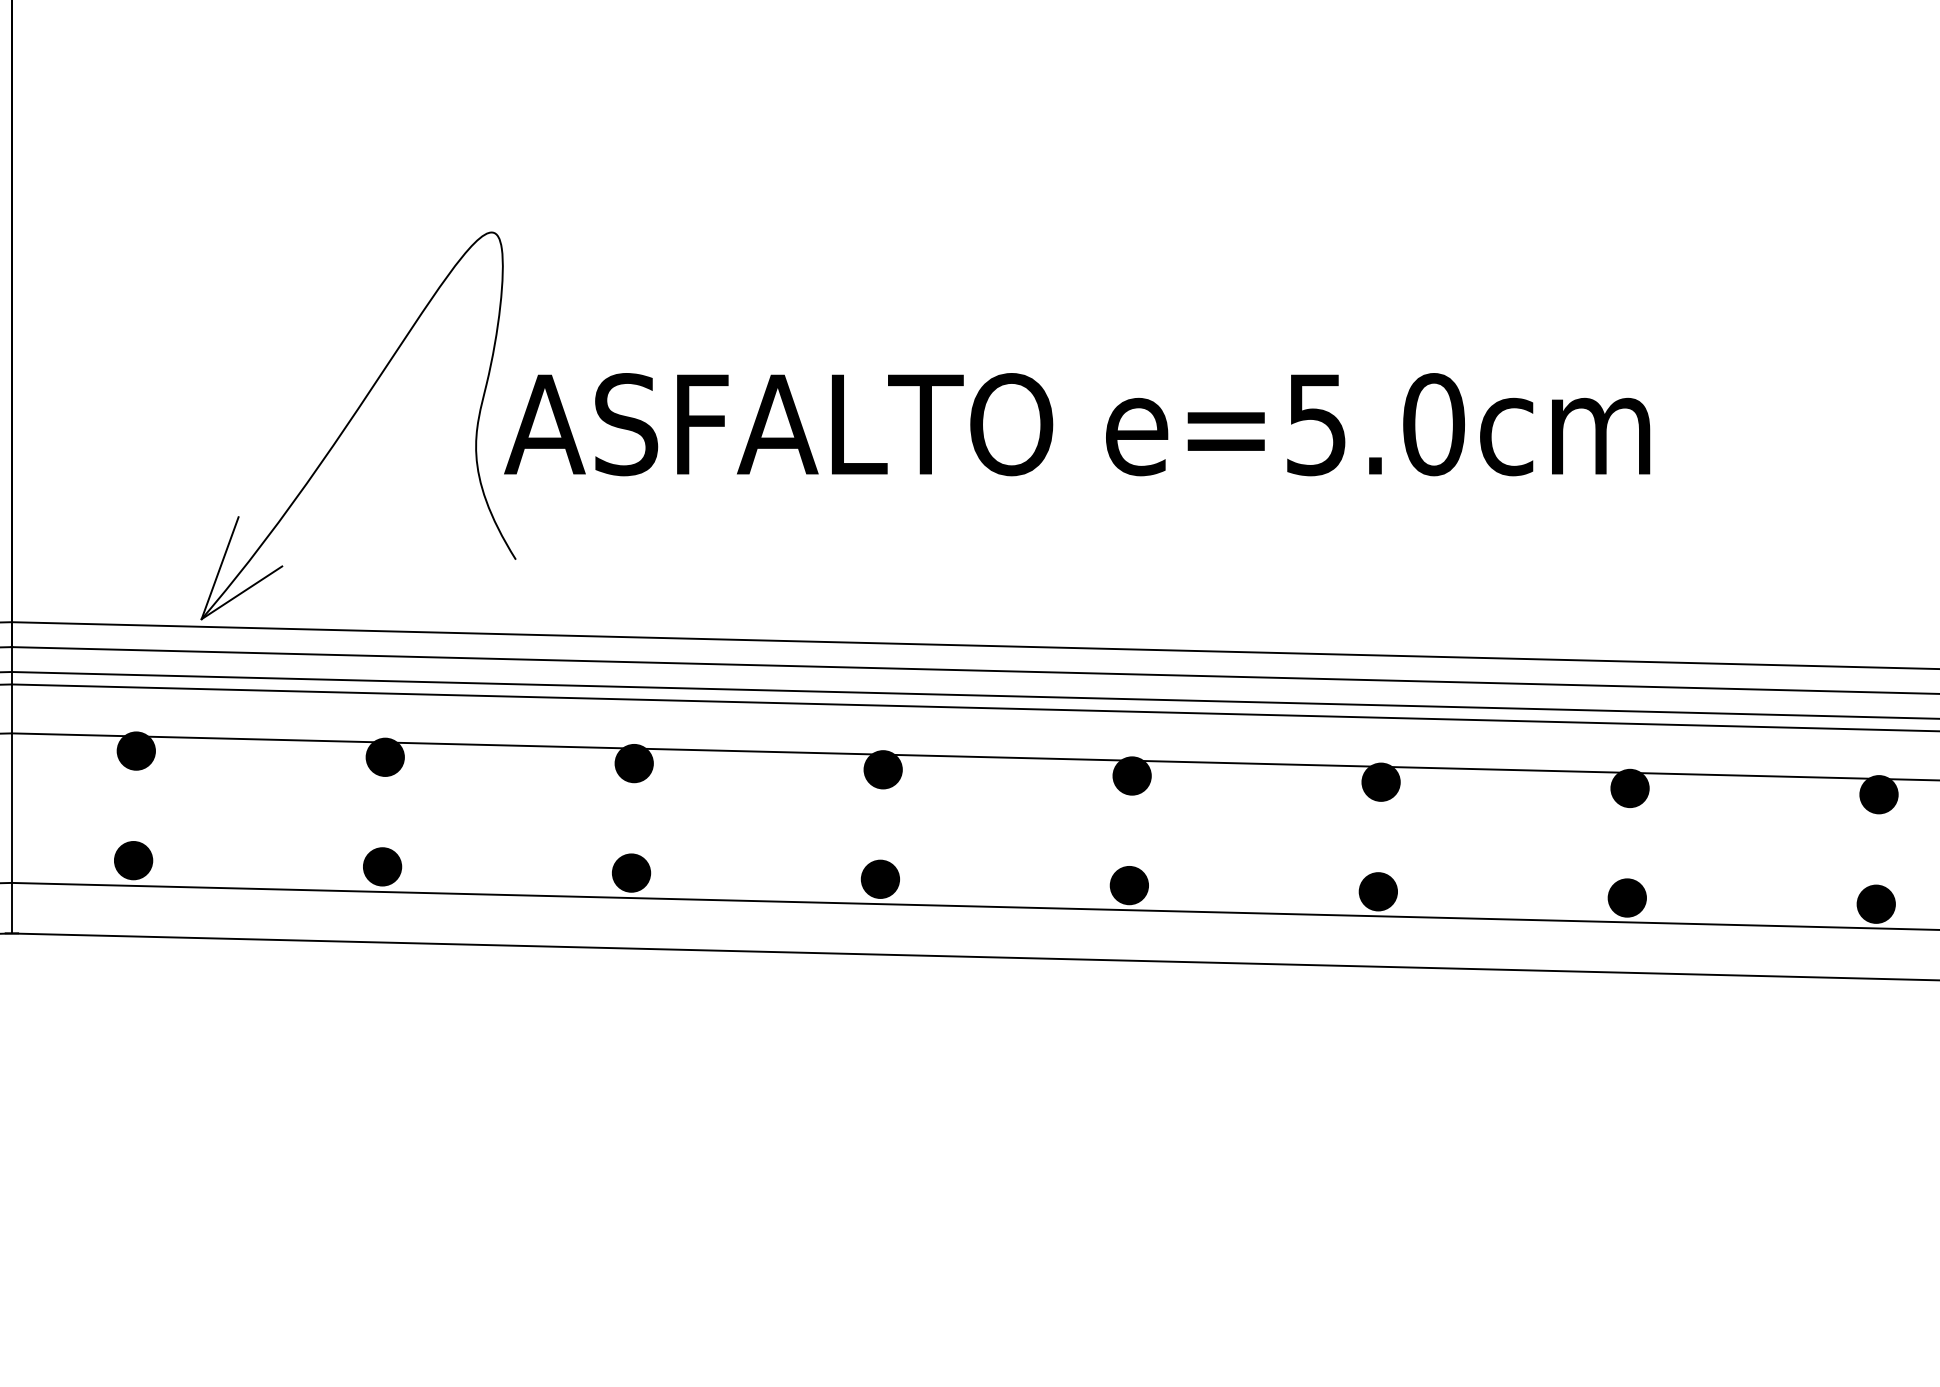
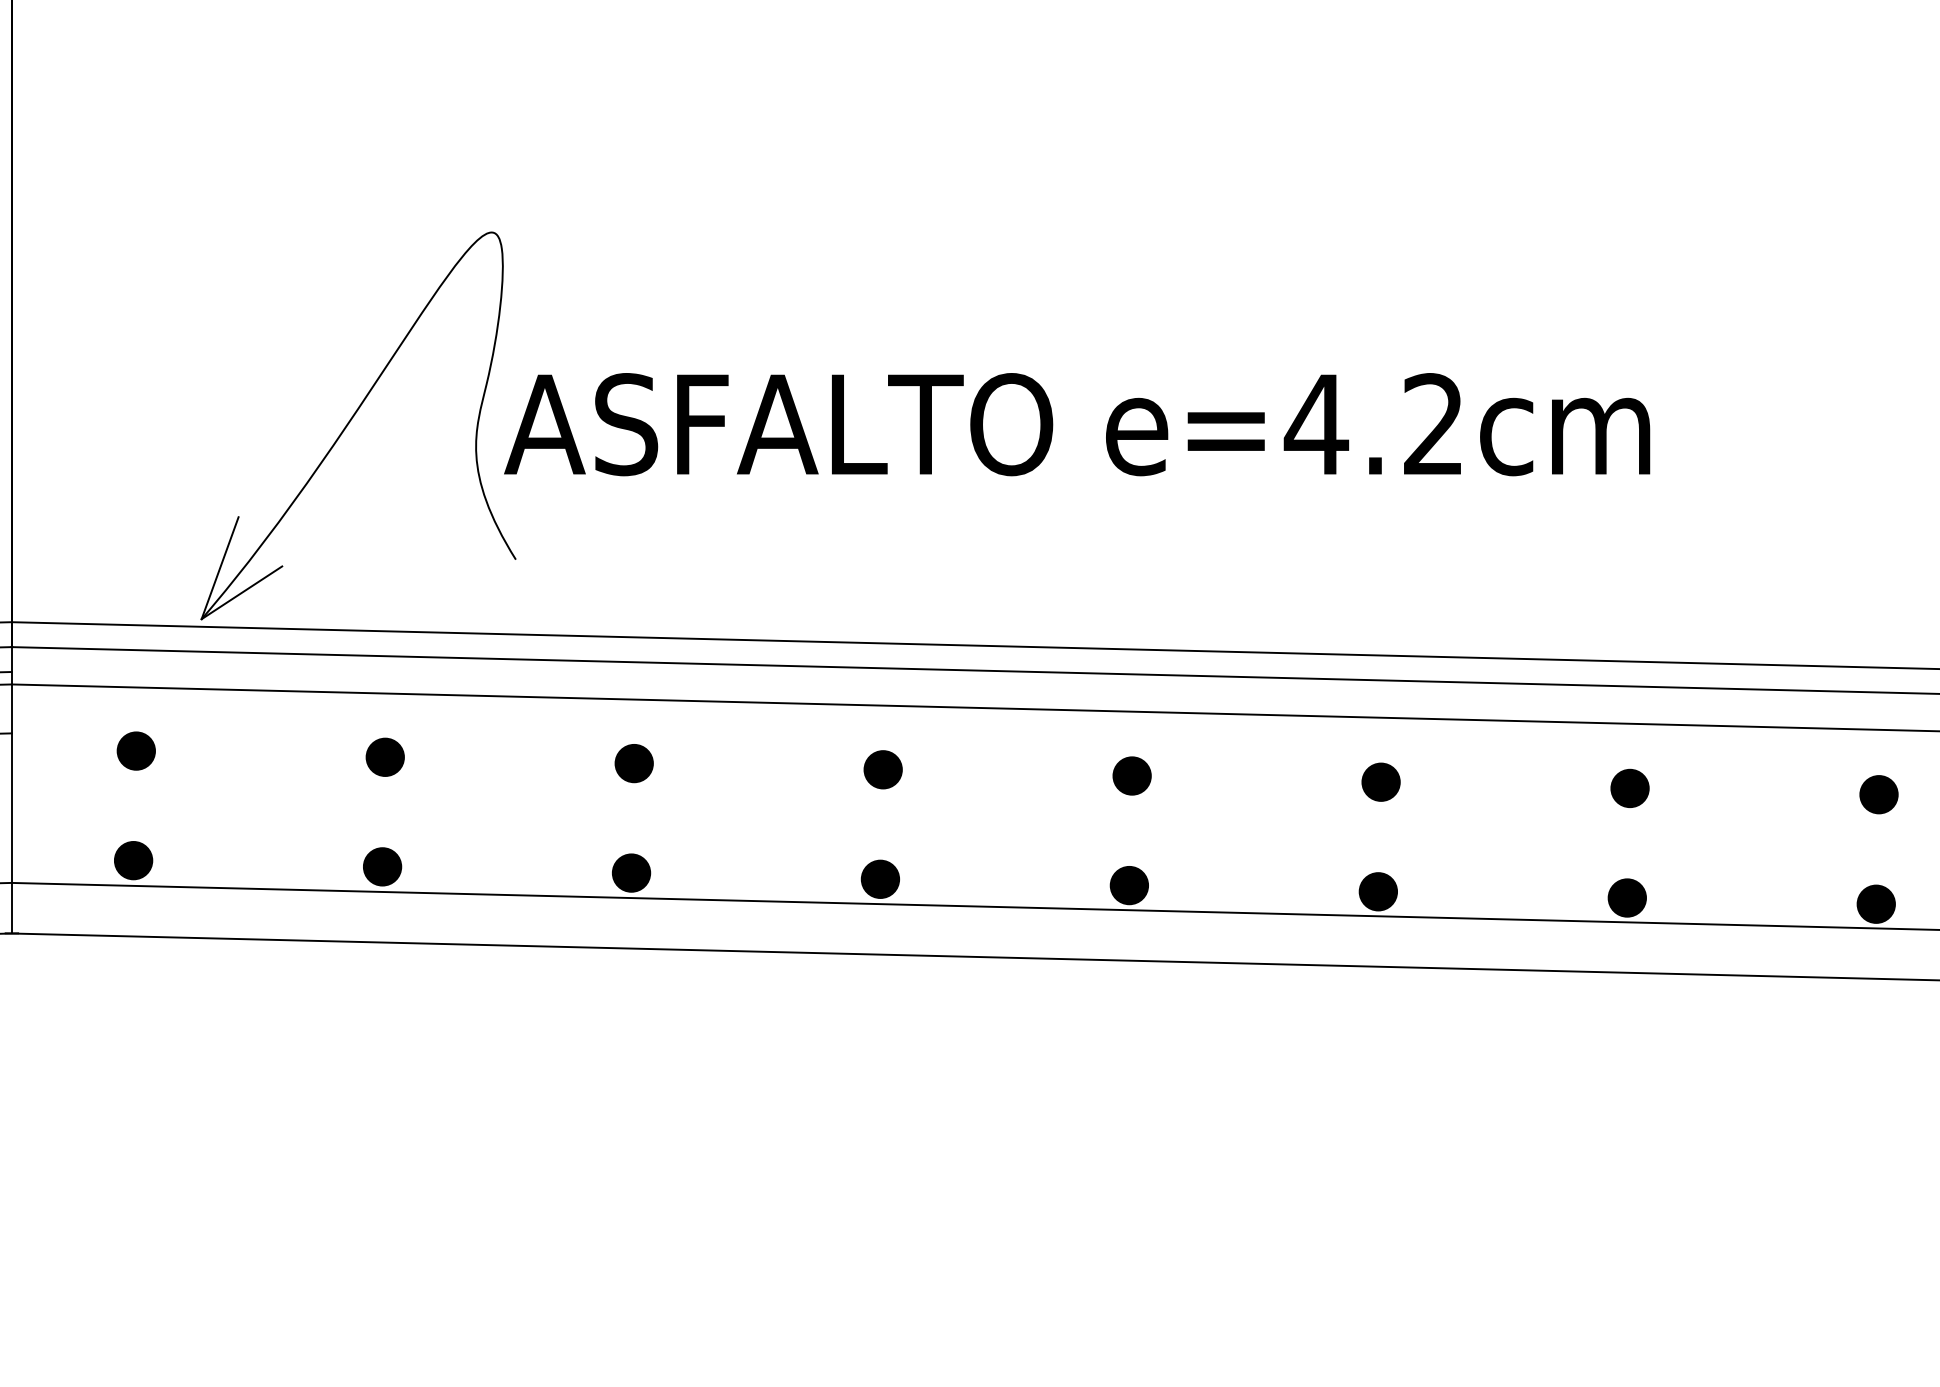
text at (1373, 424): e=5.0cm -> e=4.2cm
line at (973, 695): present -> none
line at (973, 756): present -> none
